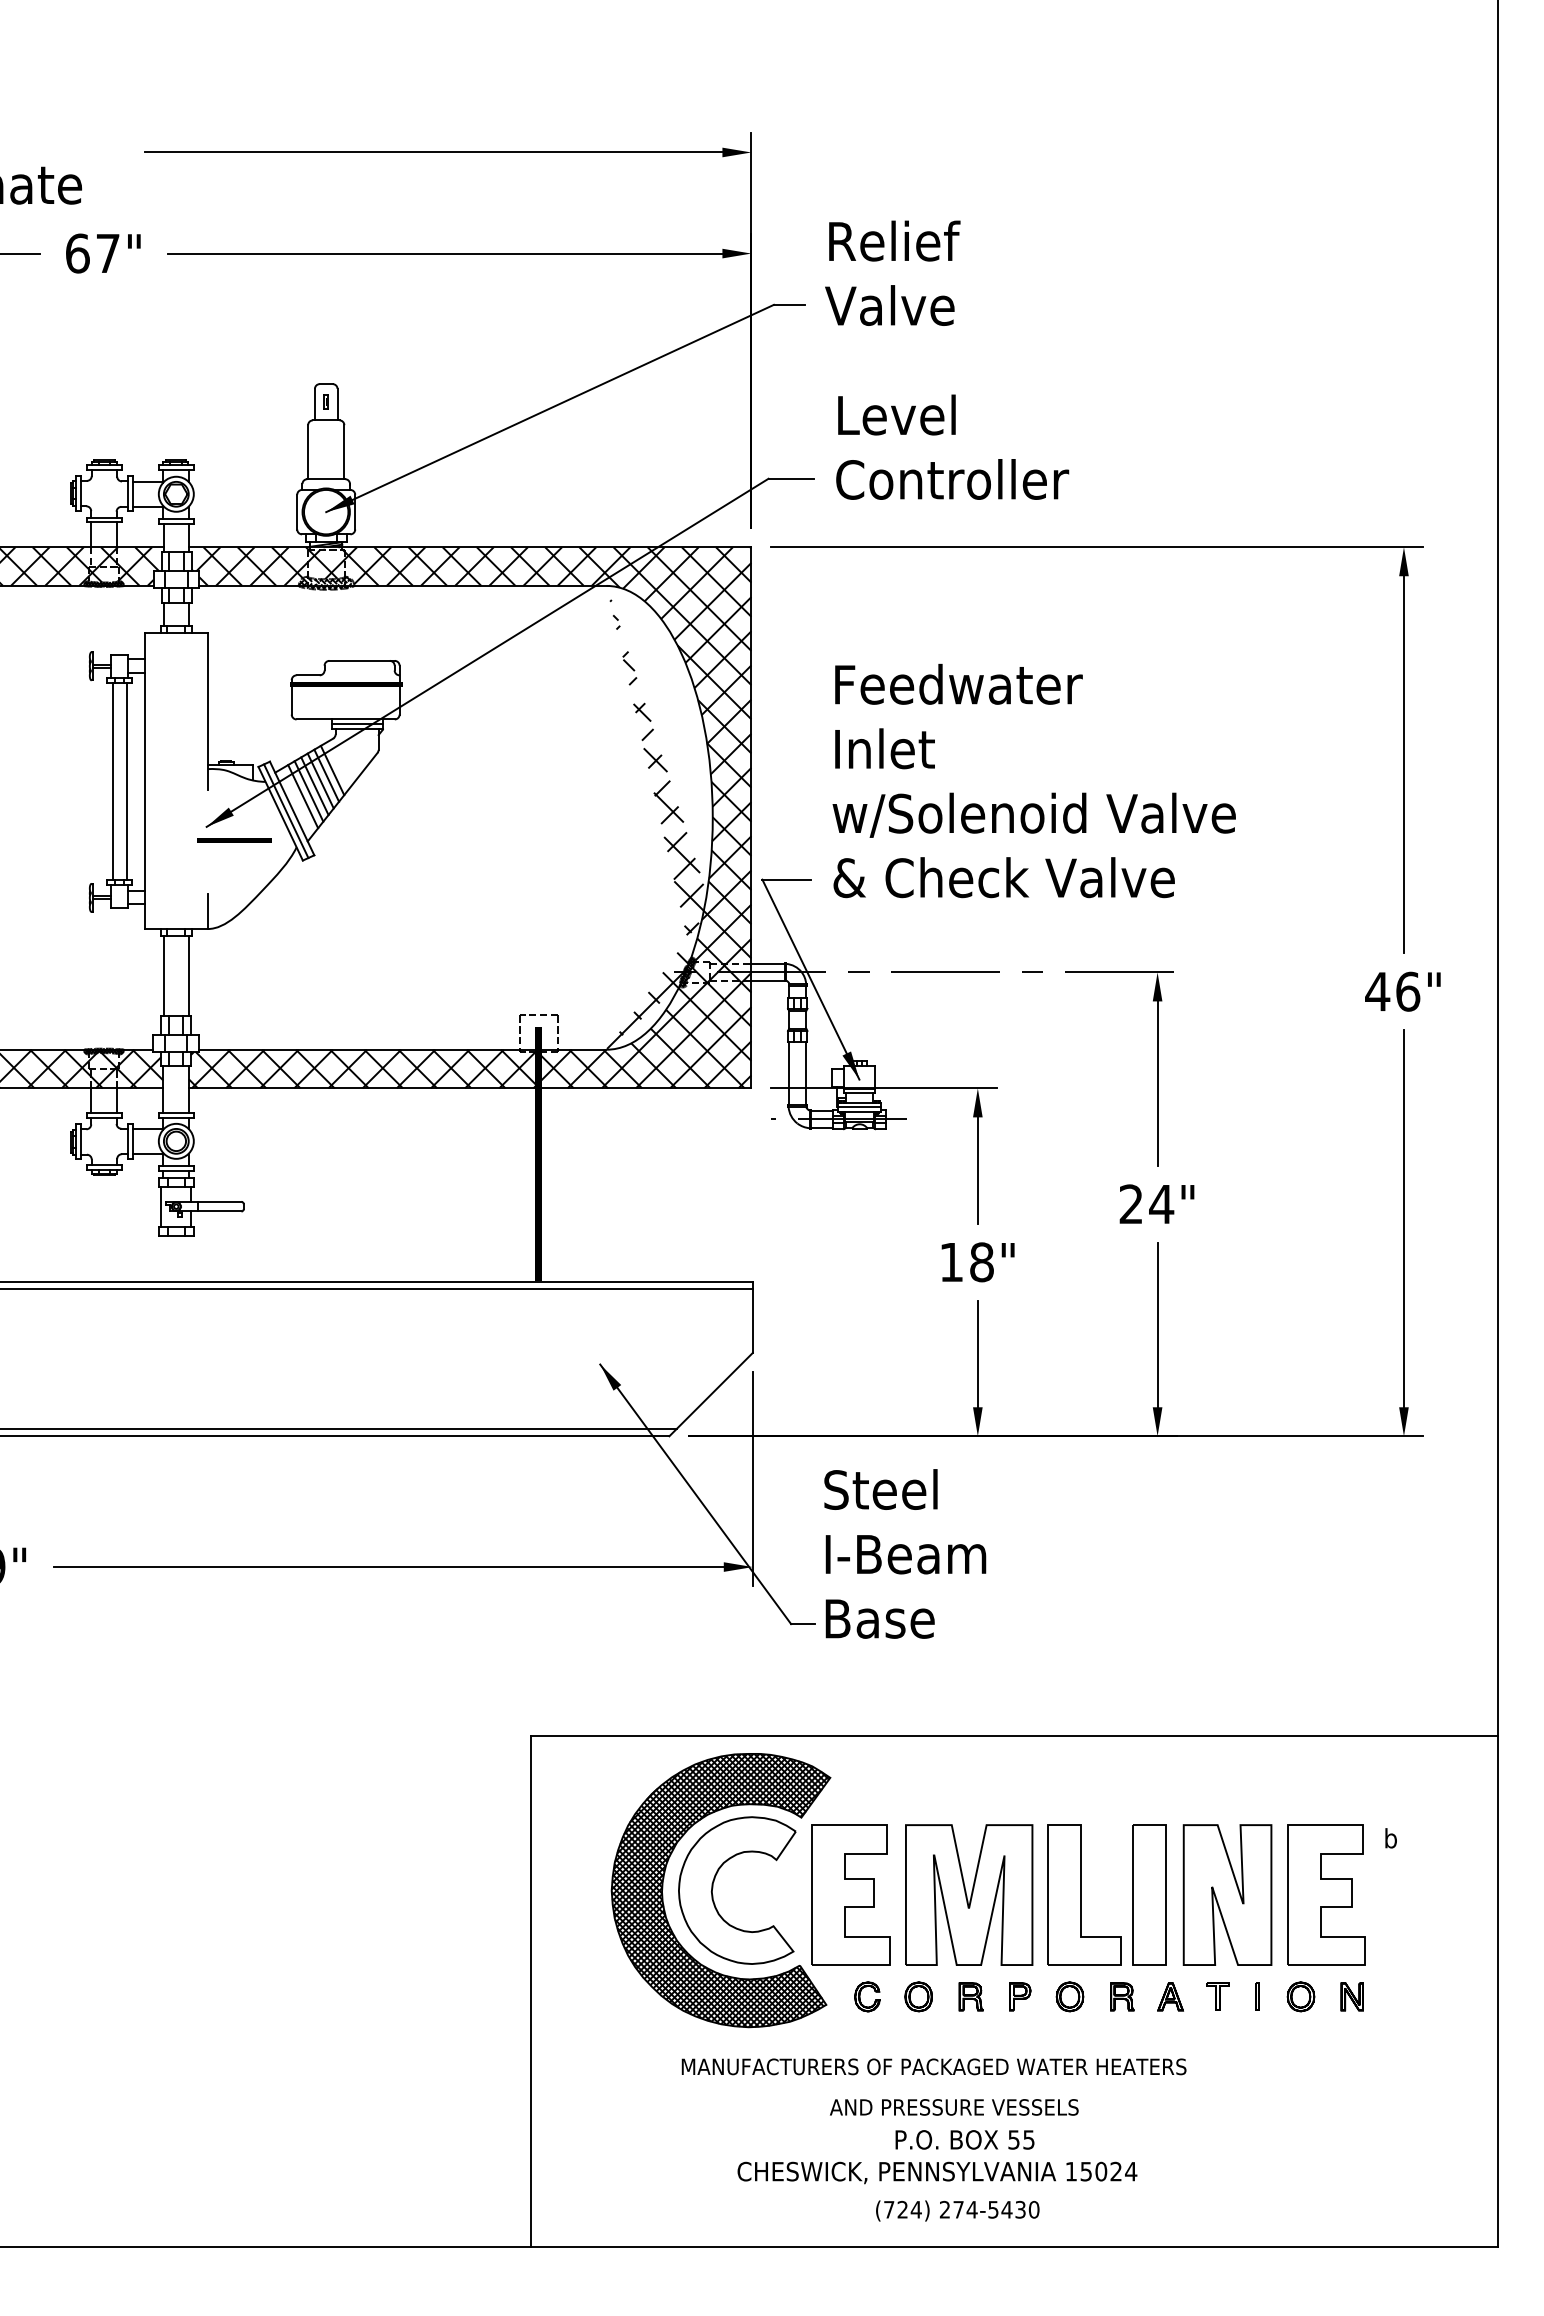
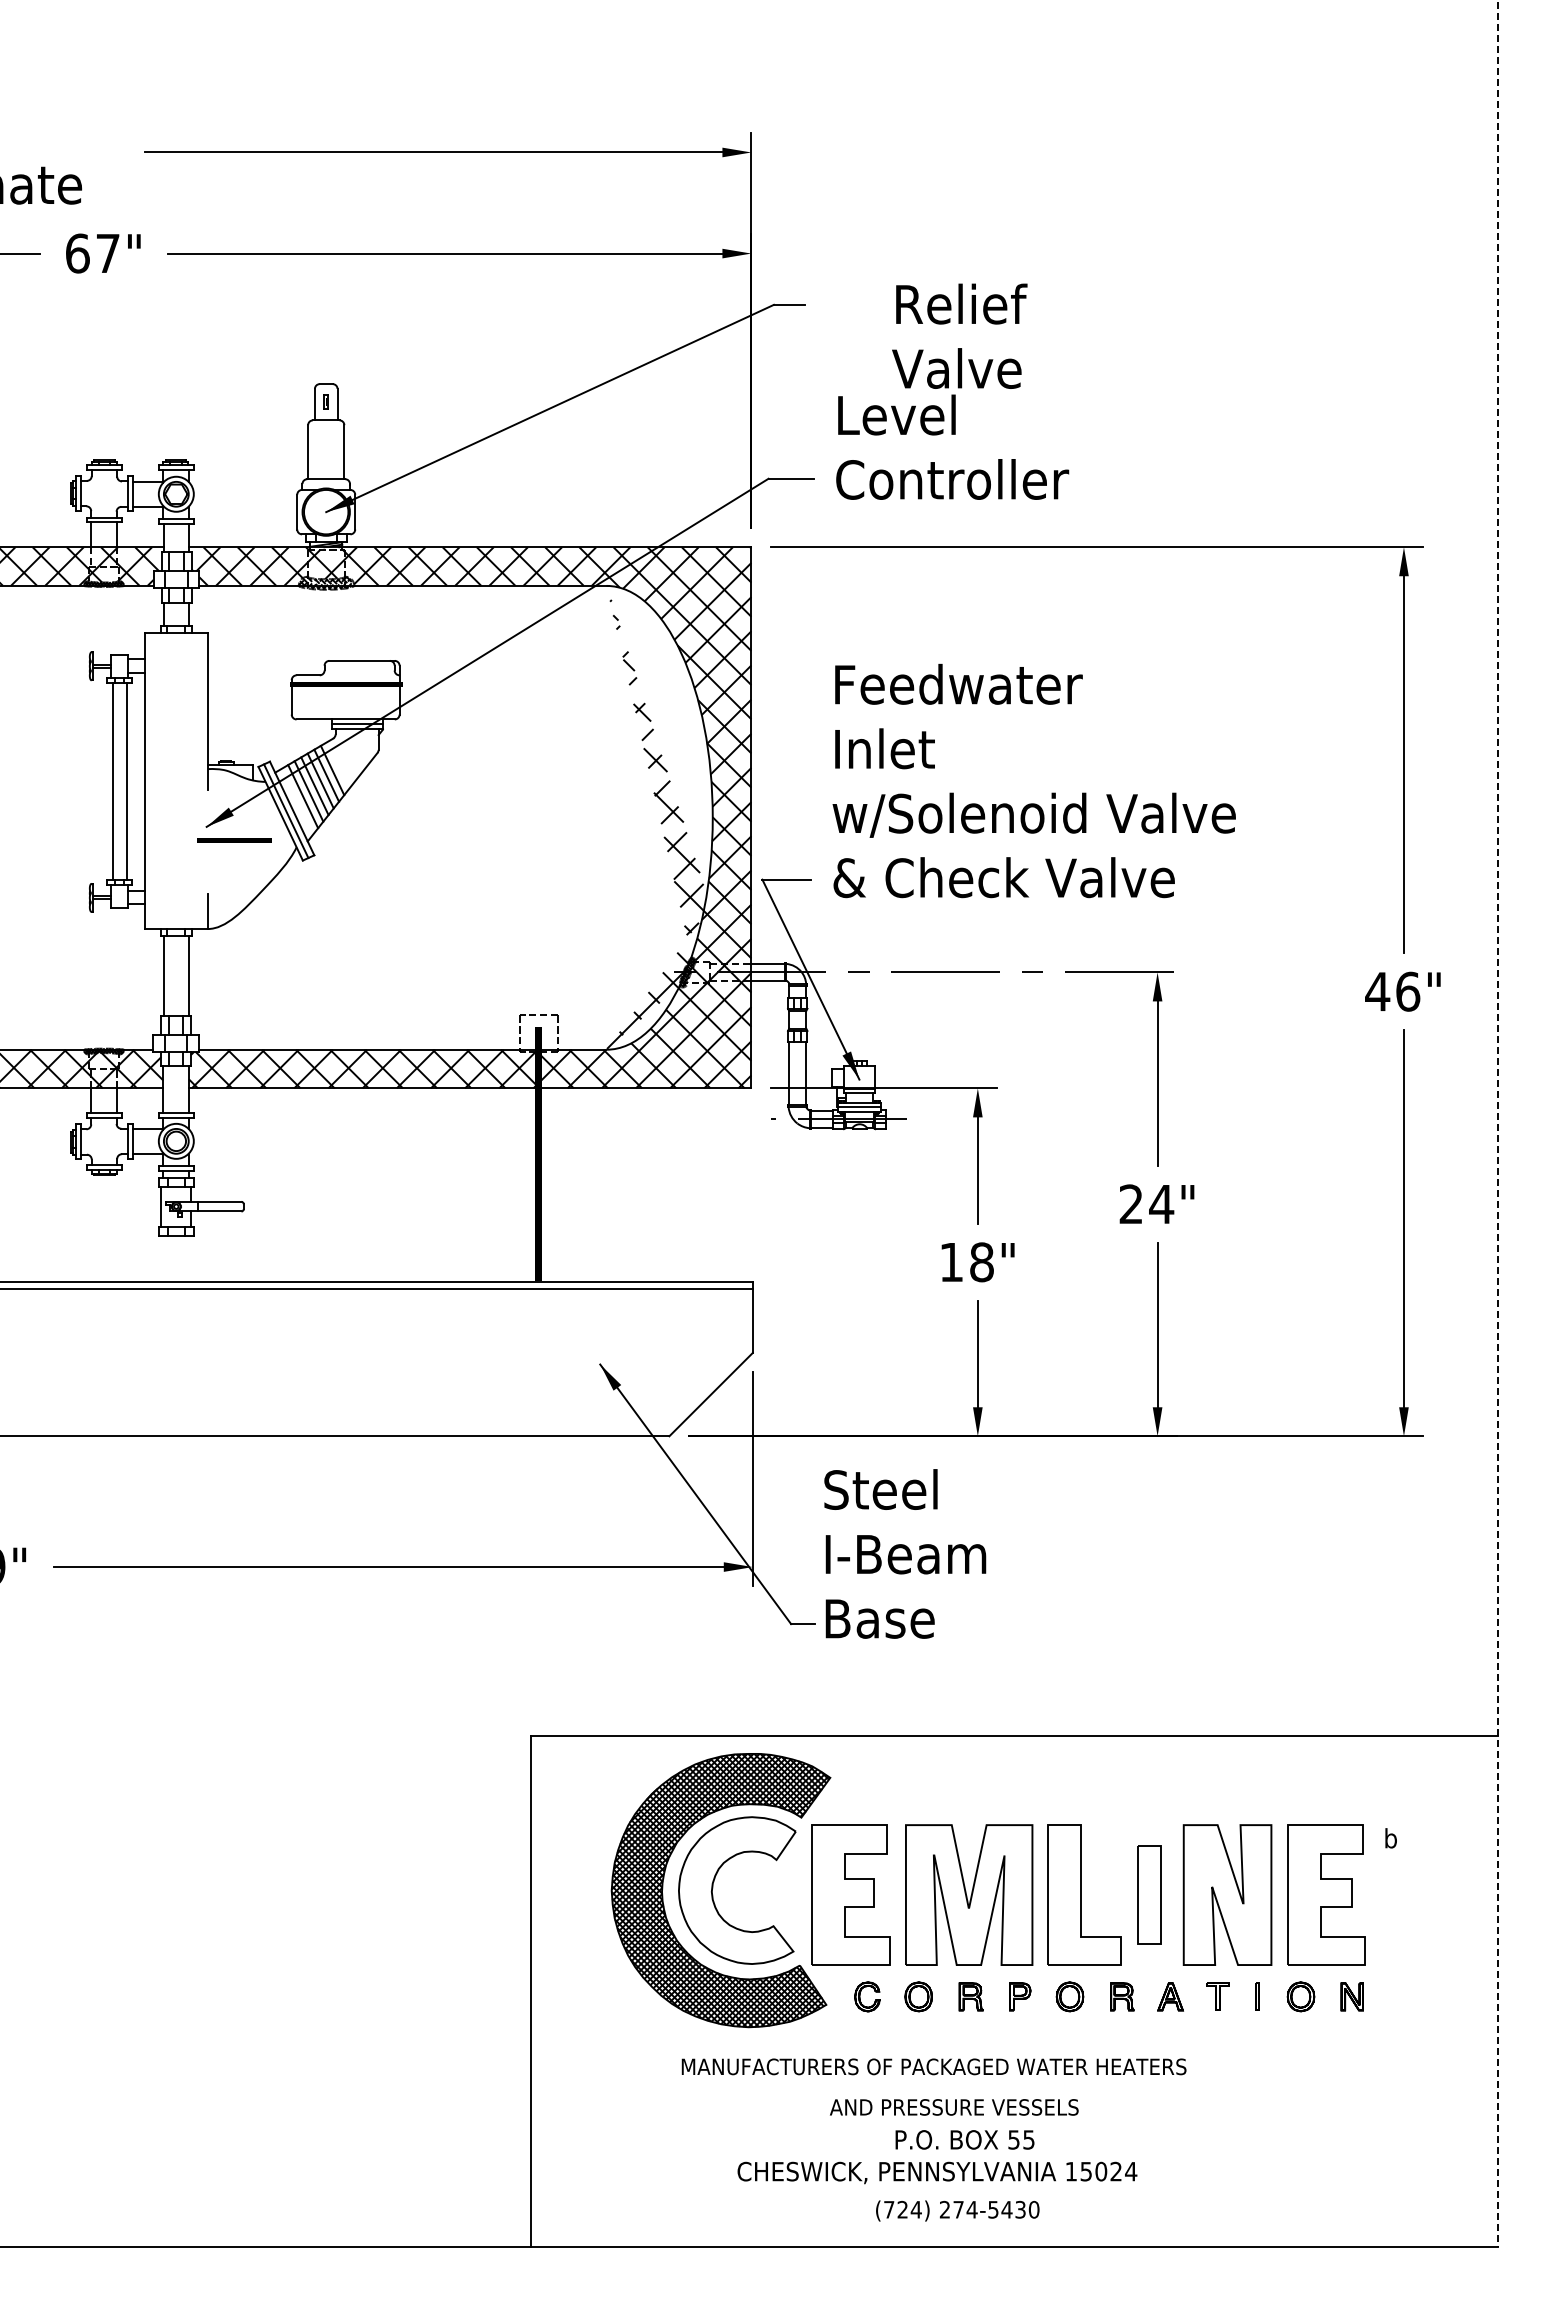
text at (892, 272) position: (892, 272) -> (959, 335)
line at (1497, 1123): solid -> dashed
line at (339, 1429): present -> none
part at (1149, 1894) size: 35x142 px -> 25x100 px
